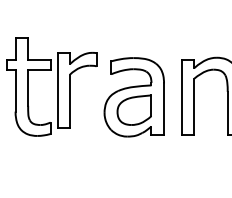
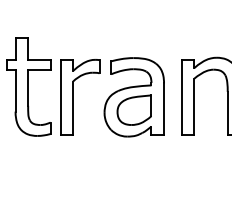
part at (70, 90) position: (70, 90) -> (73, 97)
